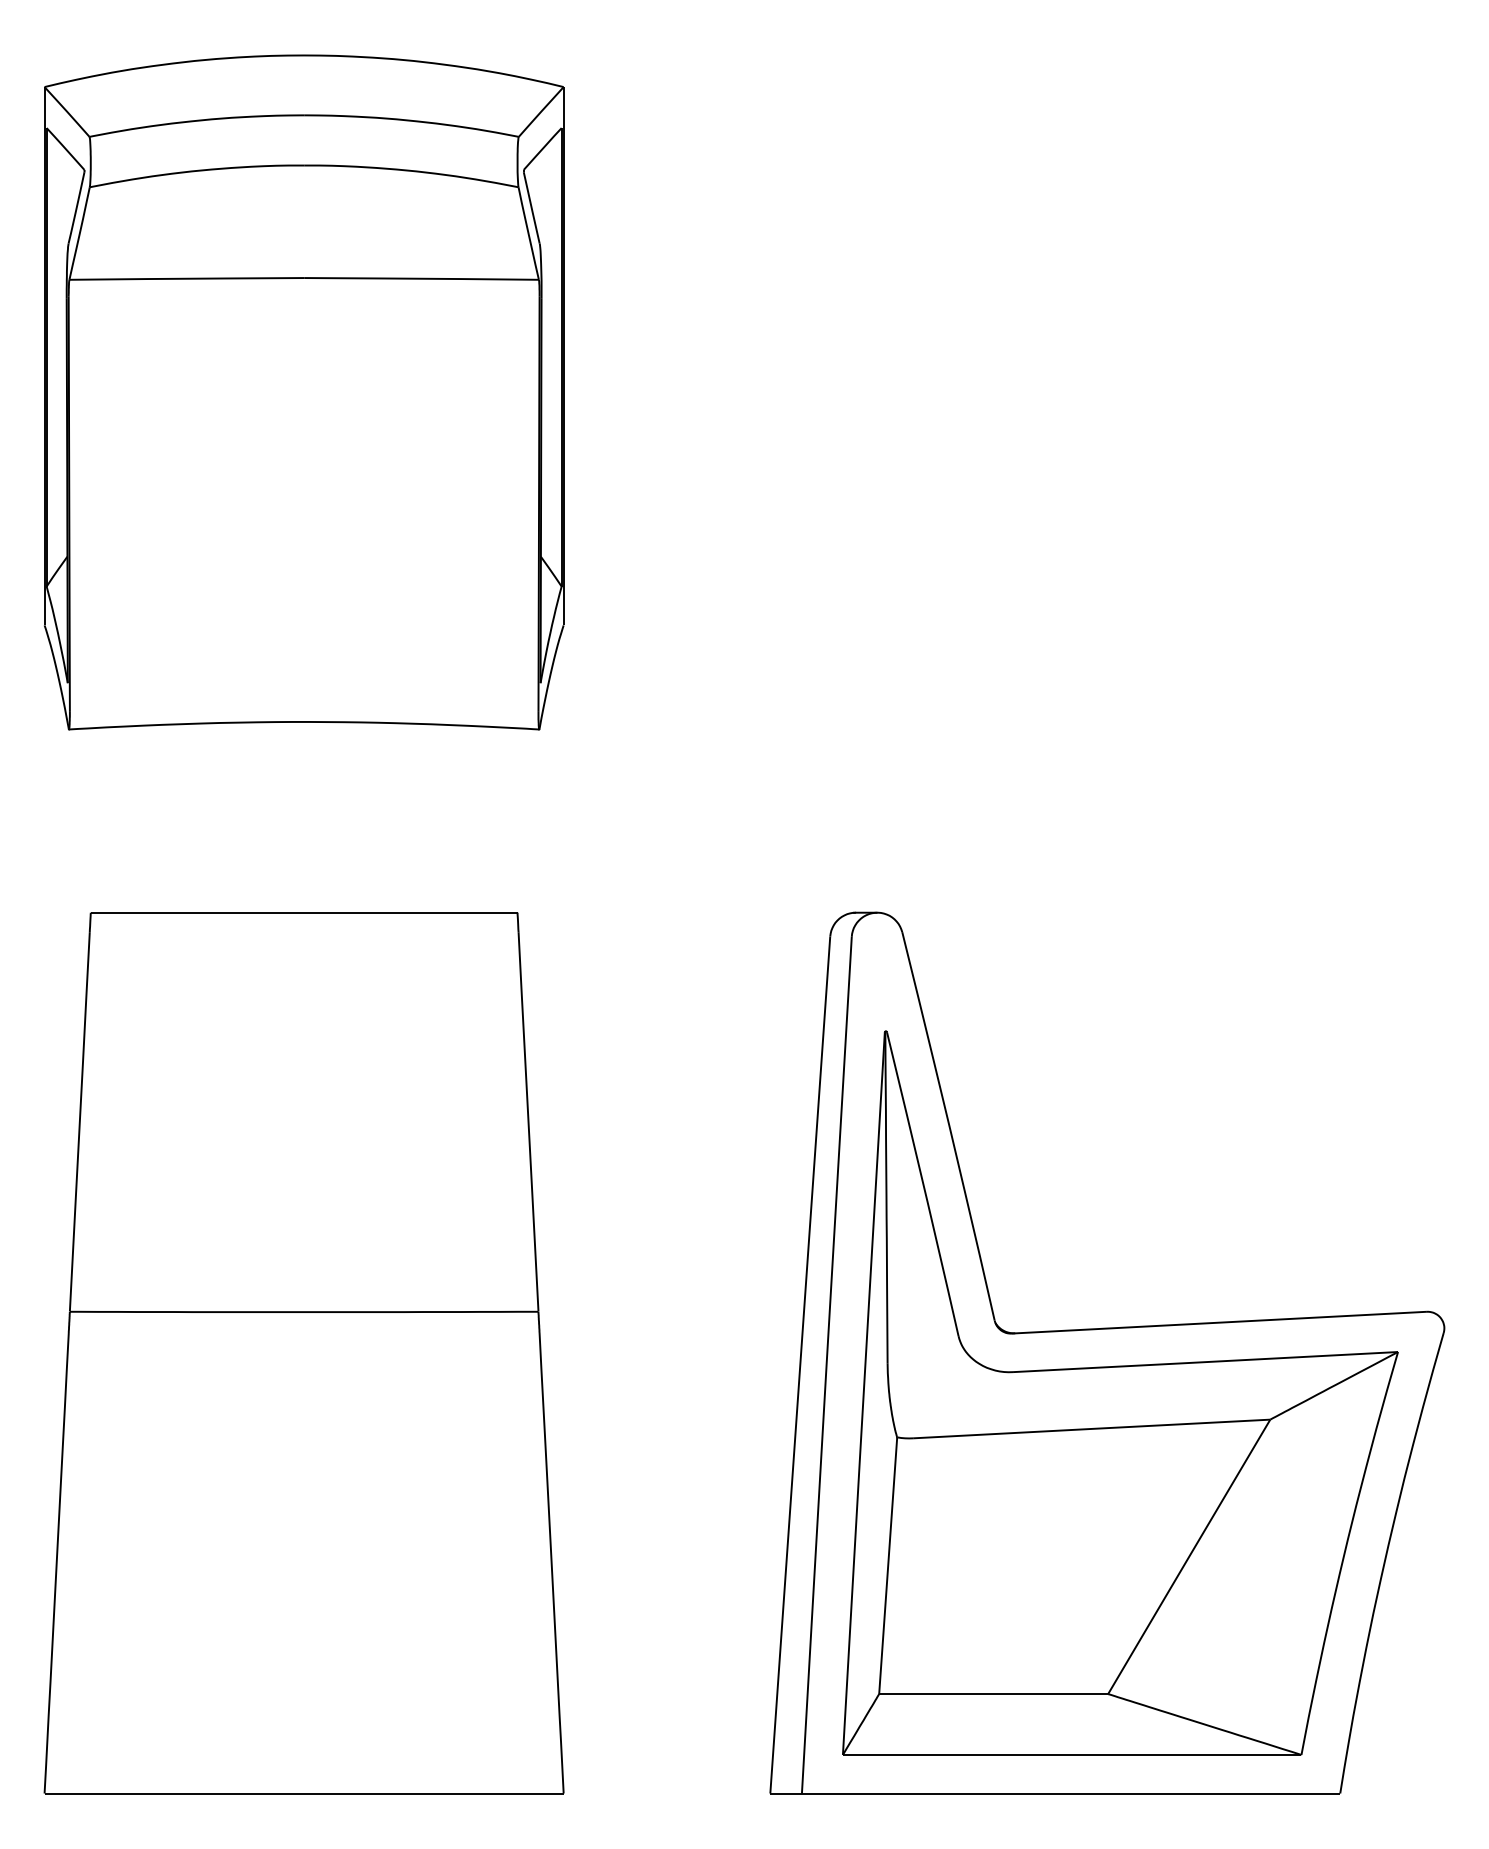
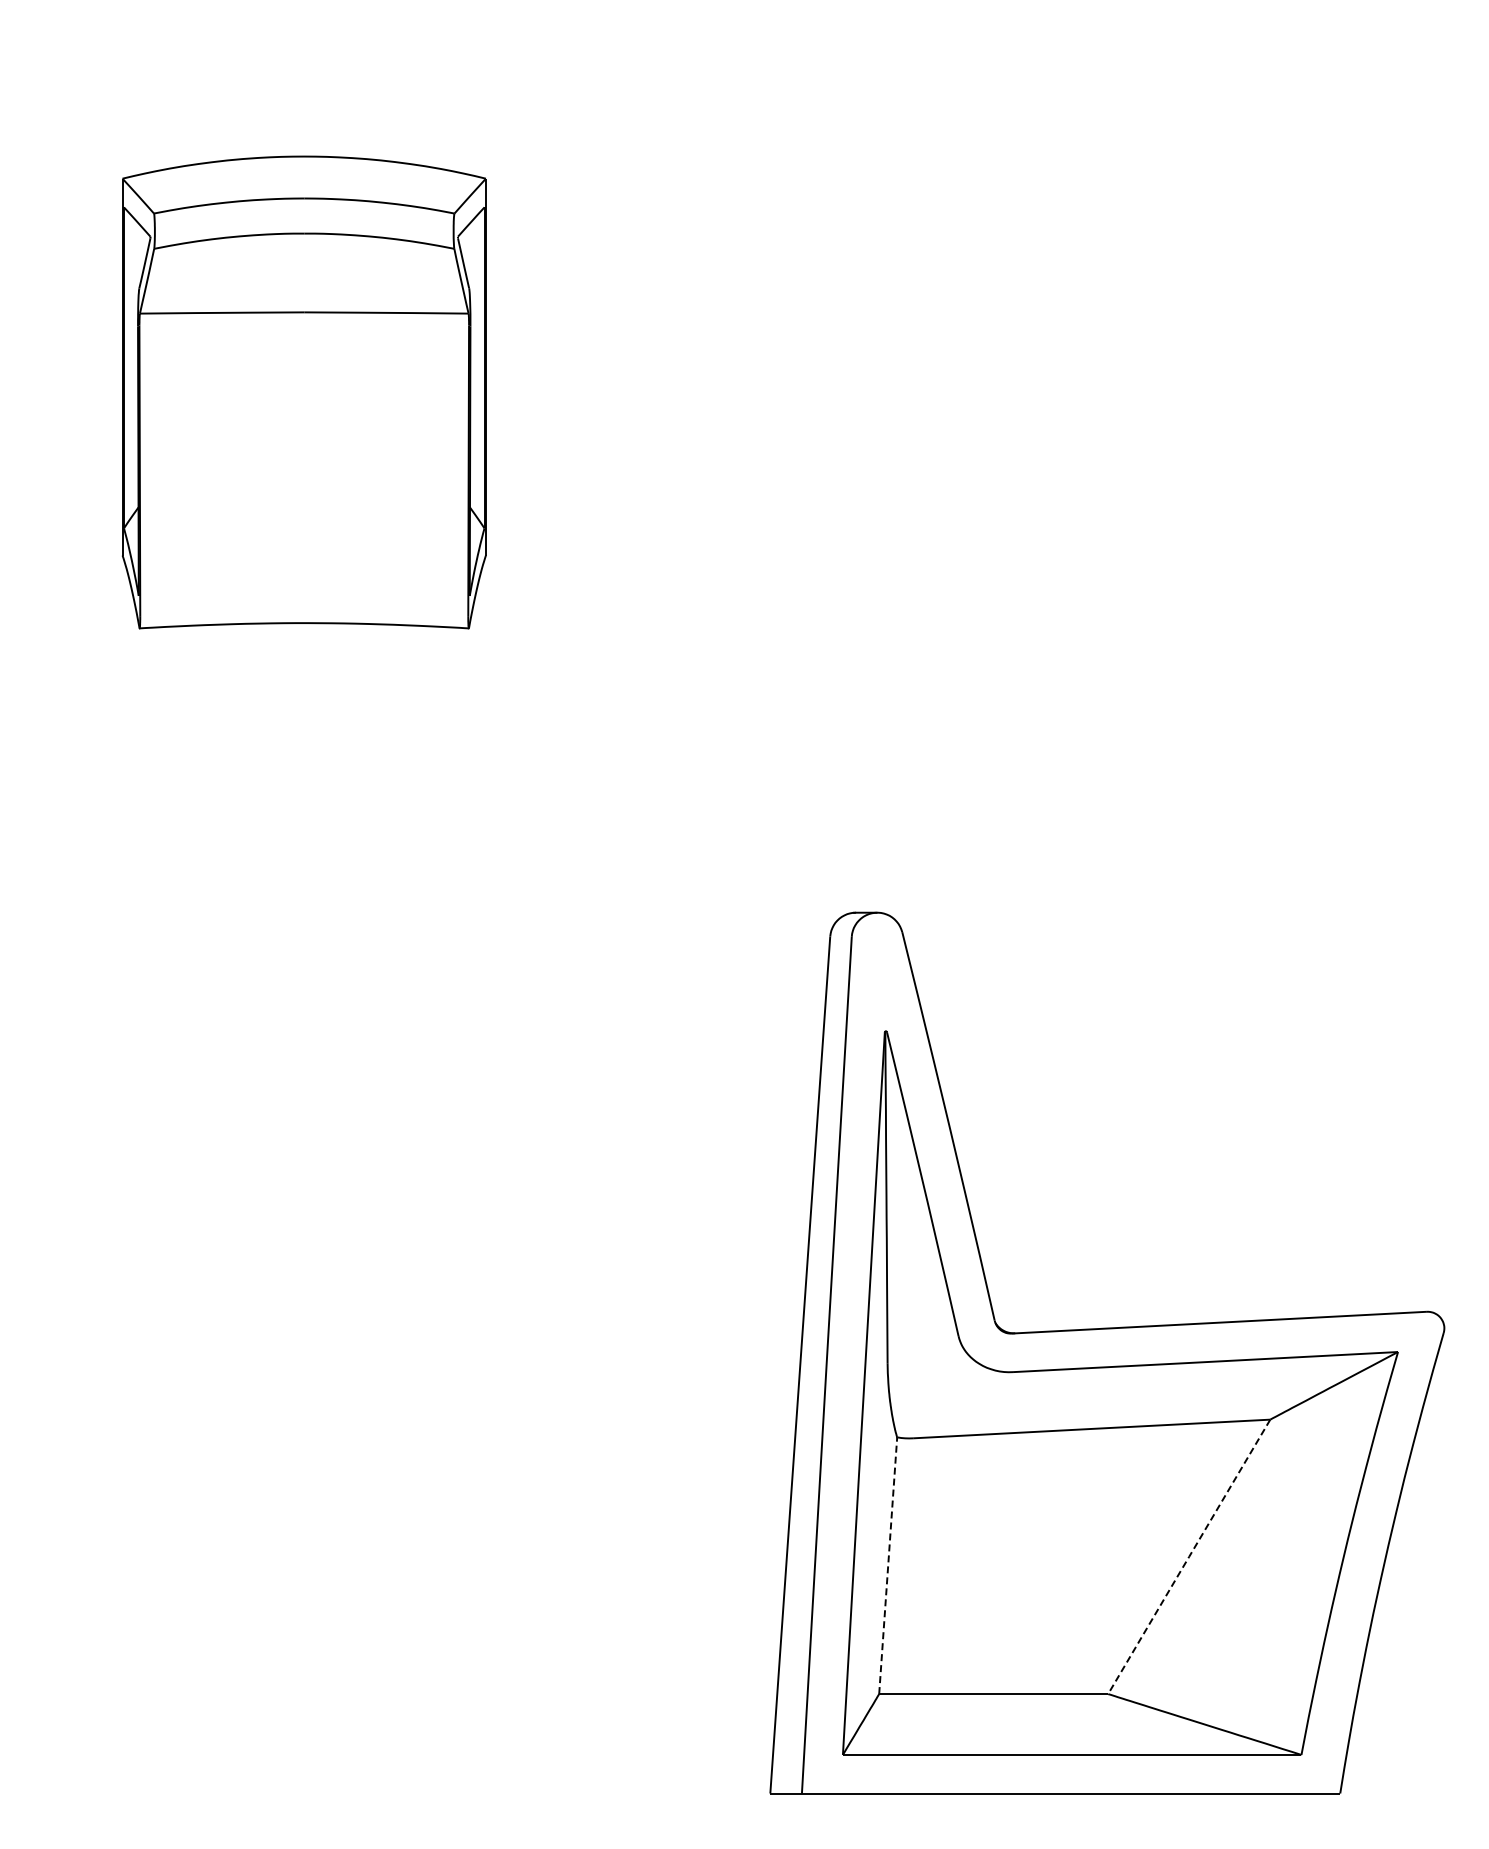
part at (304, 392) size: 521x677 px -> 366x475 px
part at (303, 1353): present -> none
line at (1189, 1556): solid -> dashed
line at (888, 1565): solid -> dashed
